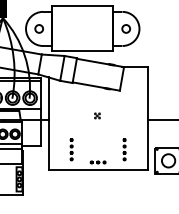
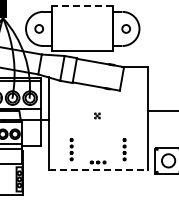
line at (82, 6): solid -> dashed
line at (161, 119) position: (161, 119) -> (161, 110)
line at (98, 169): solid -> dashed
